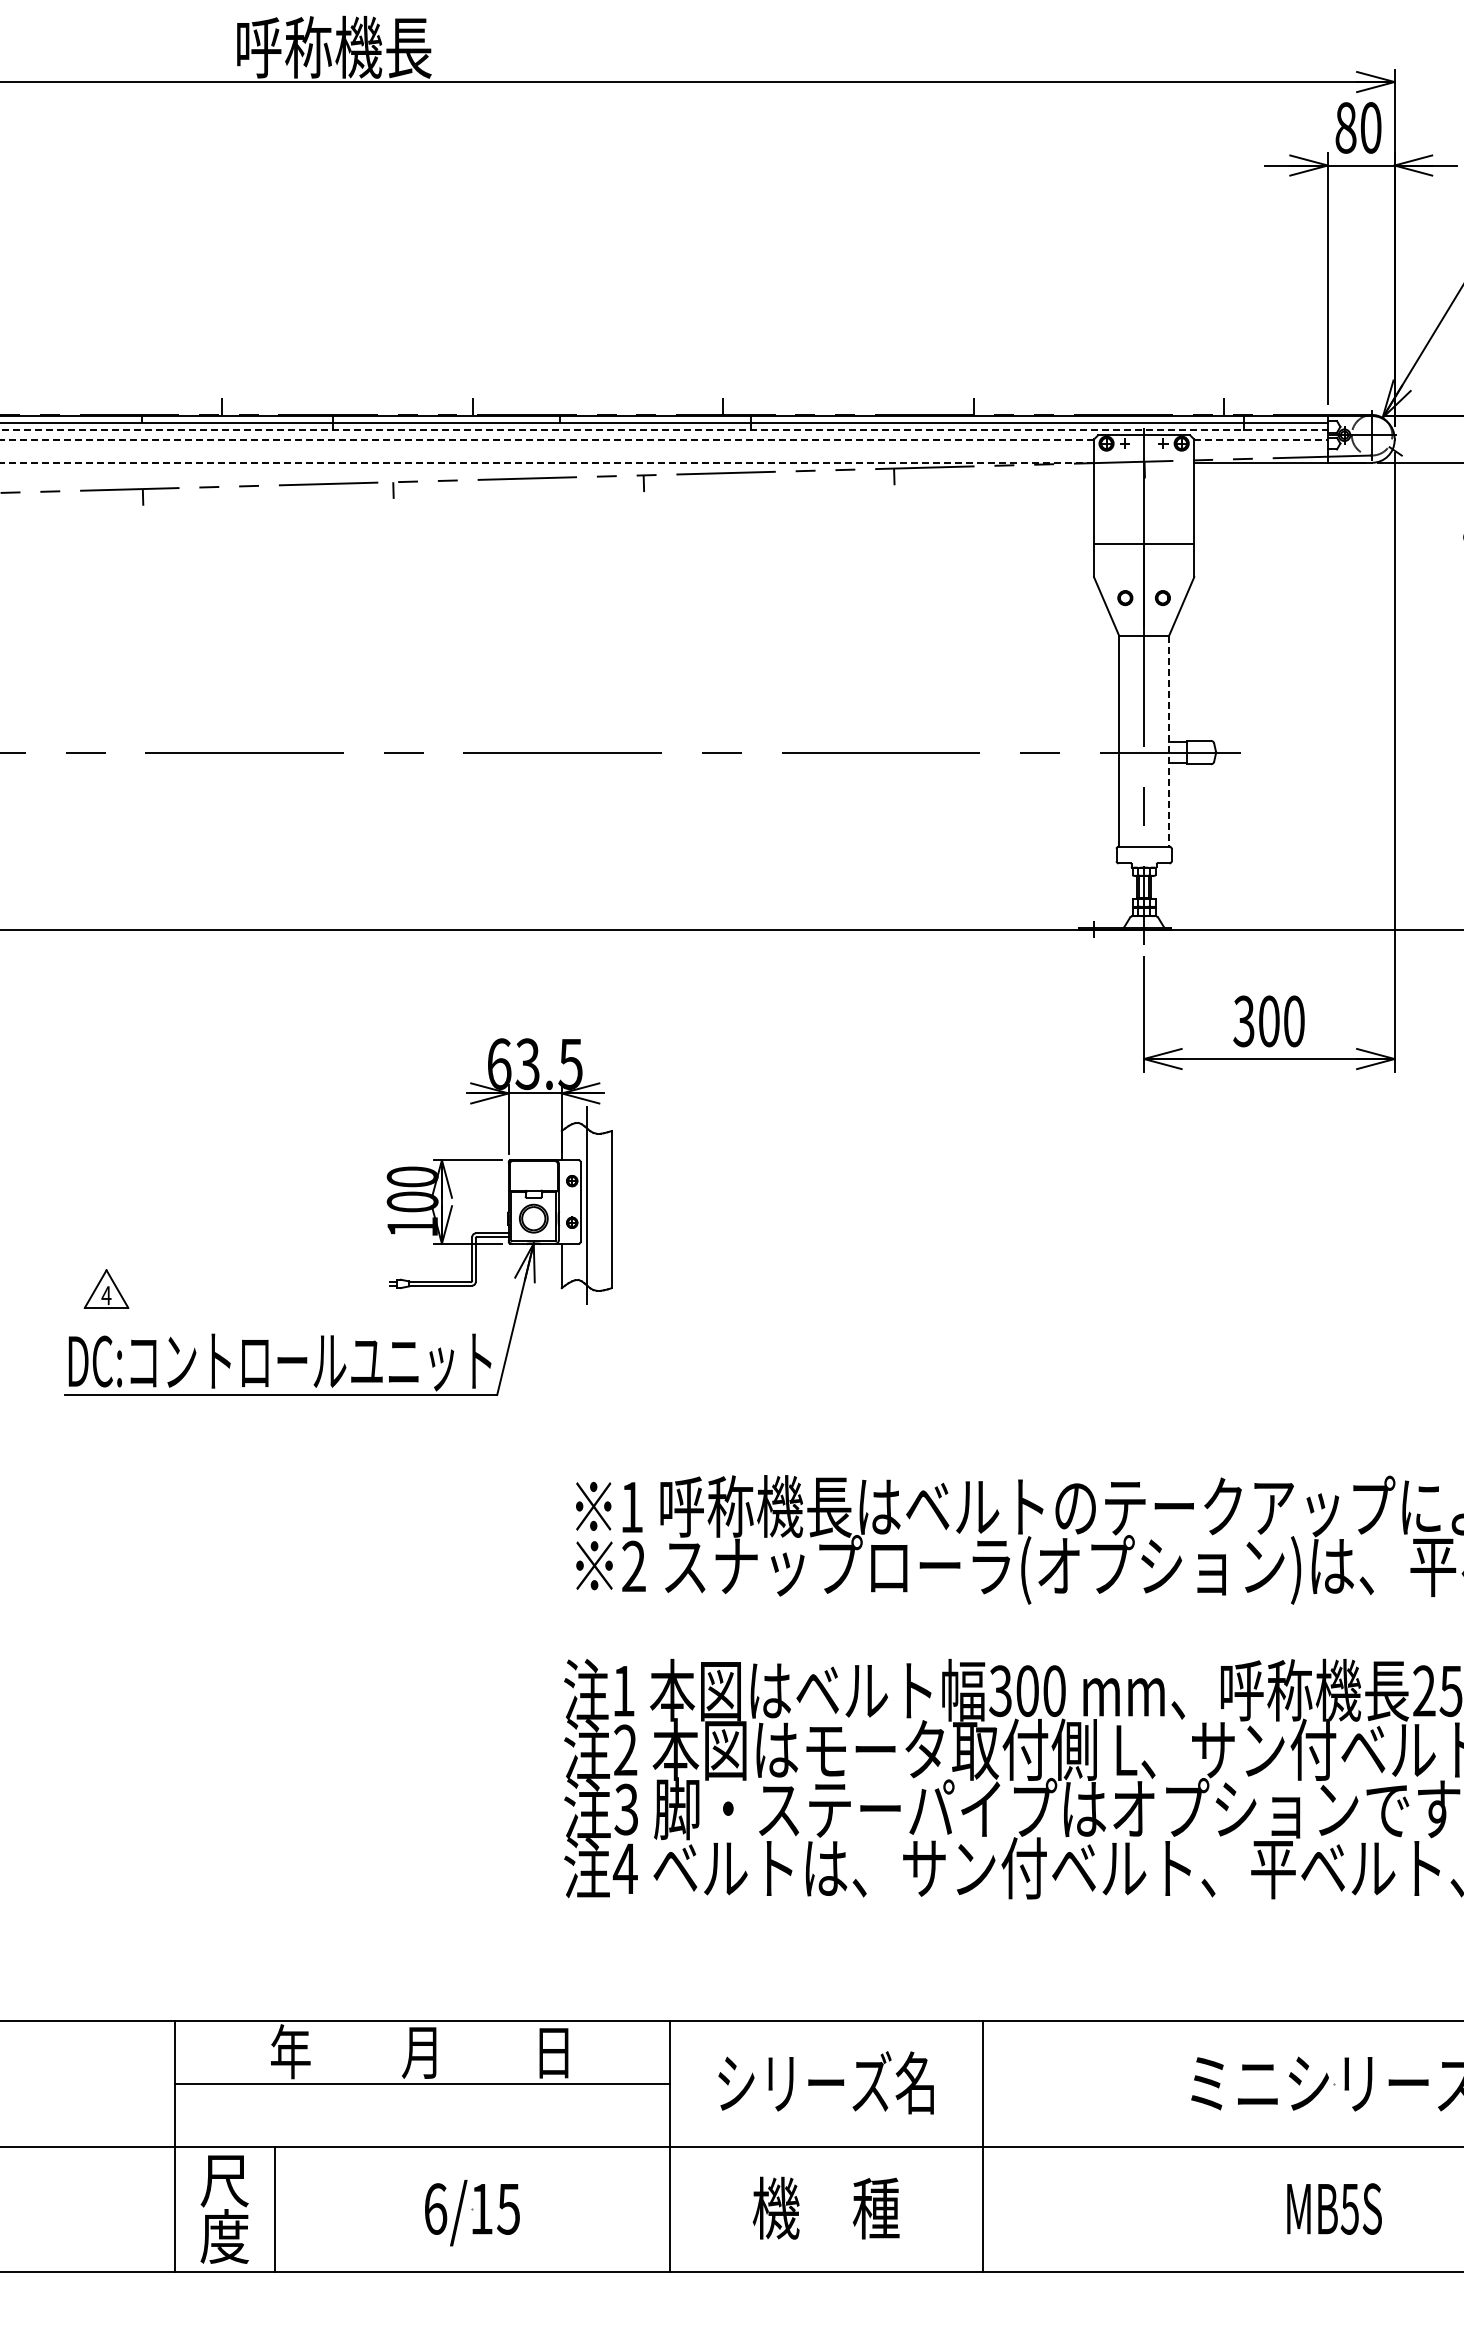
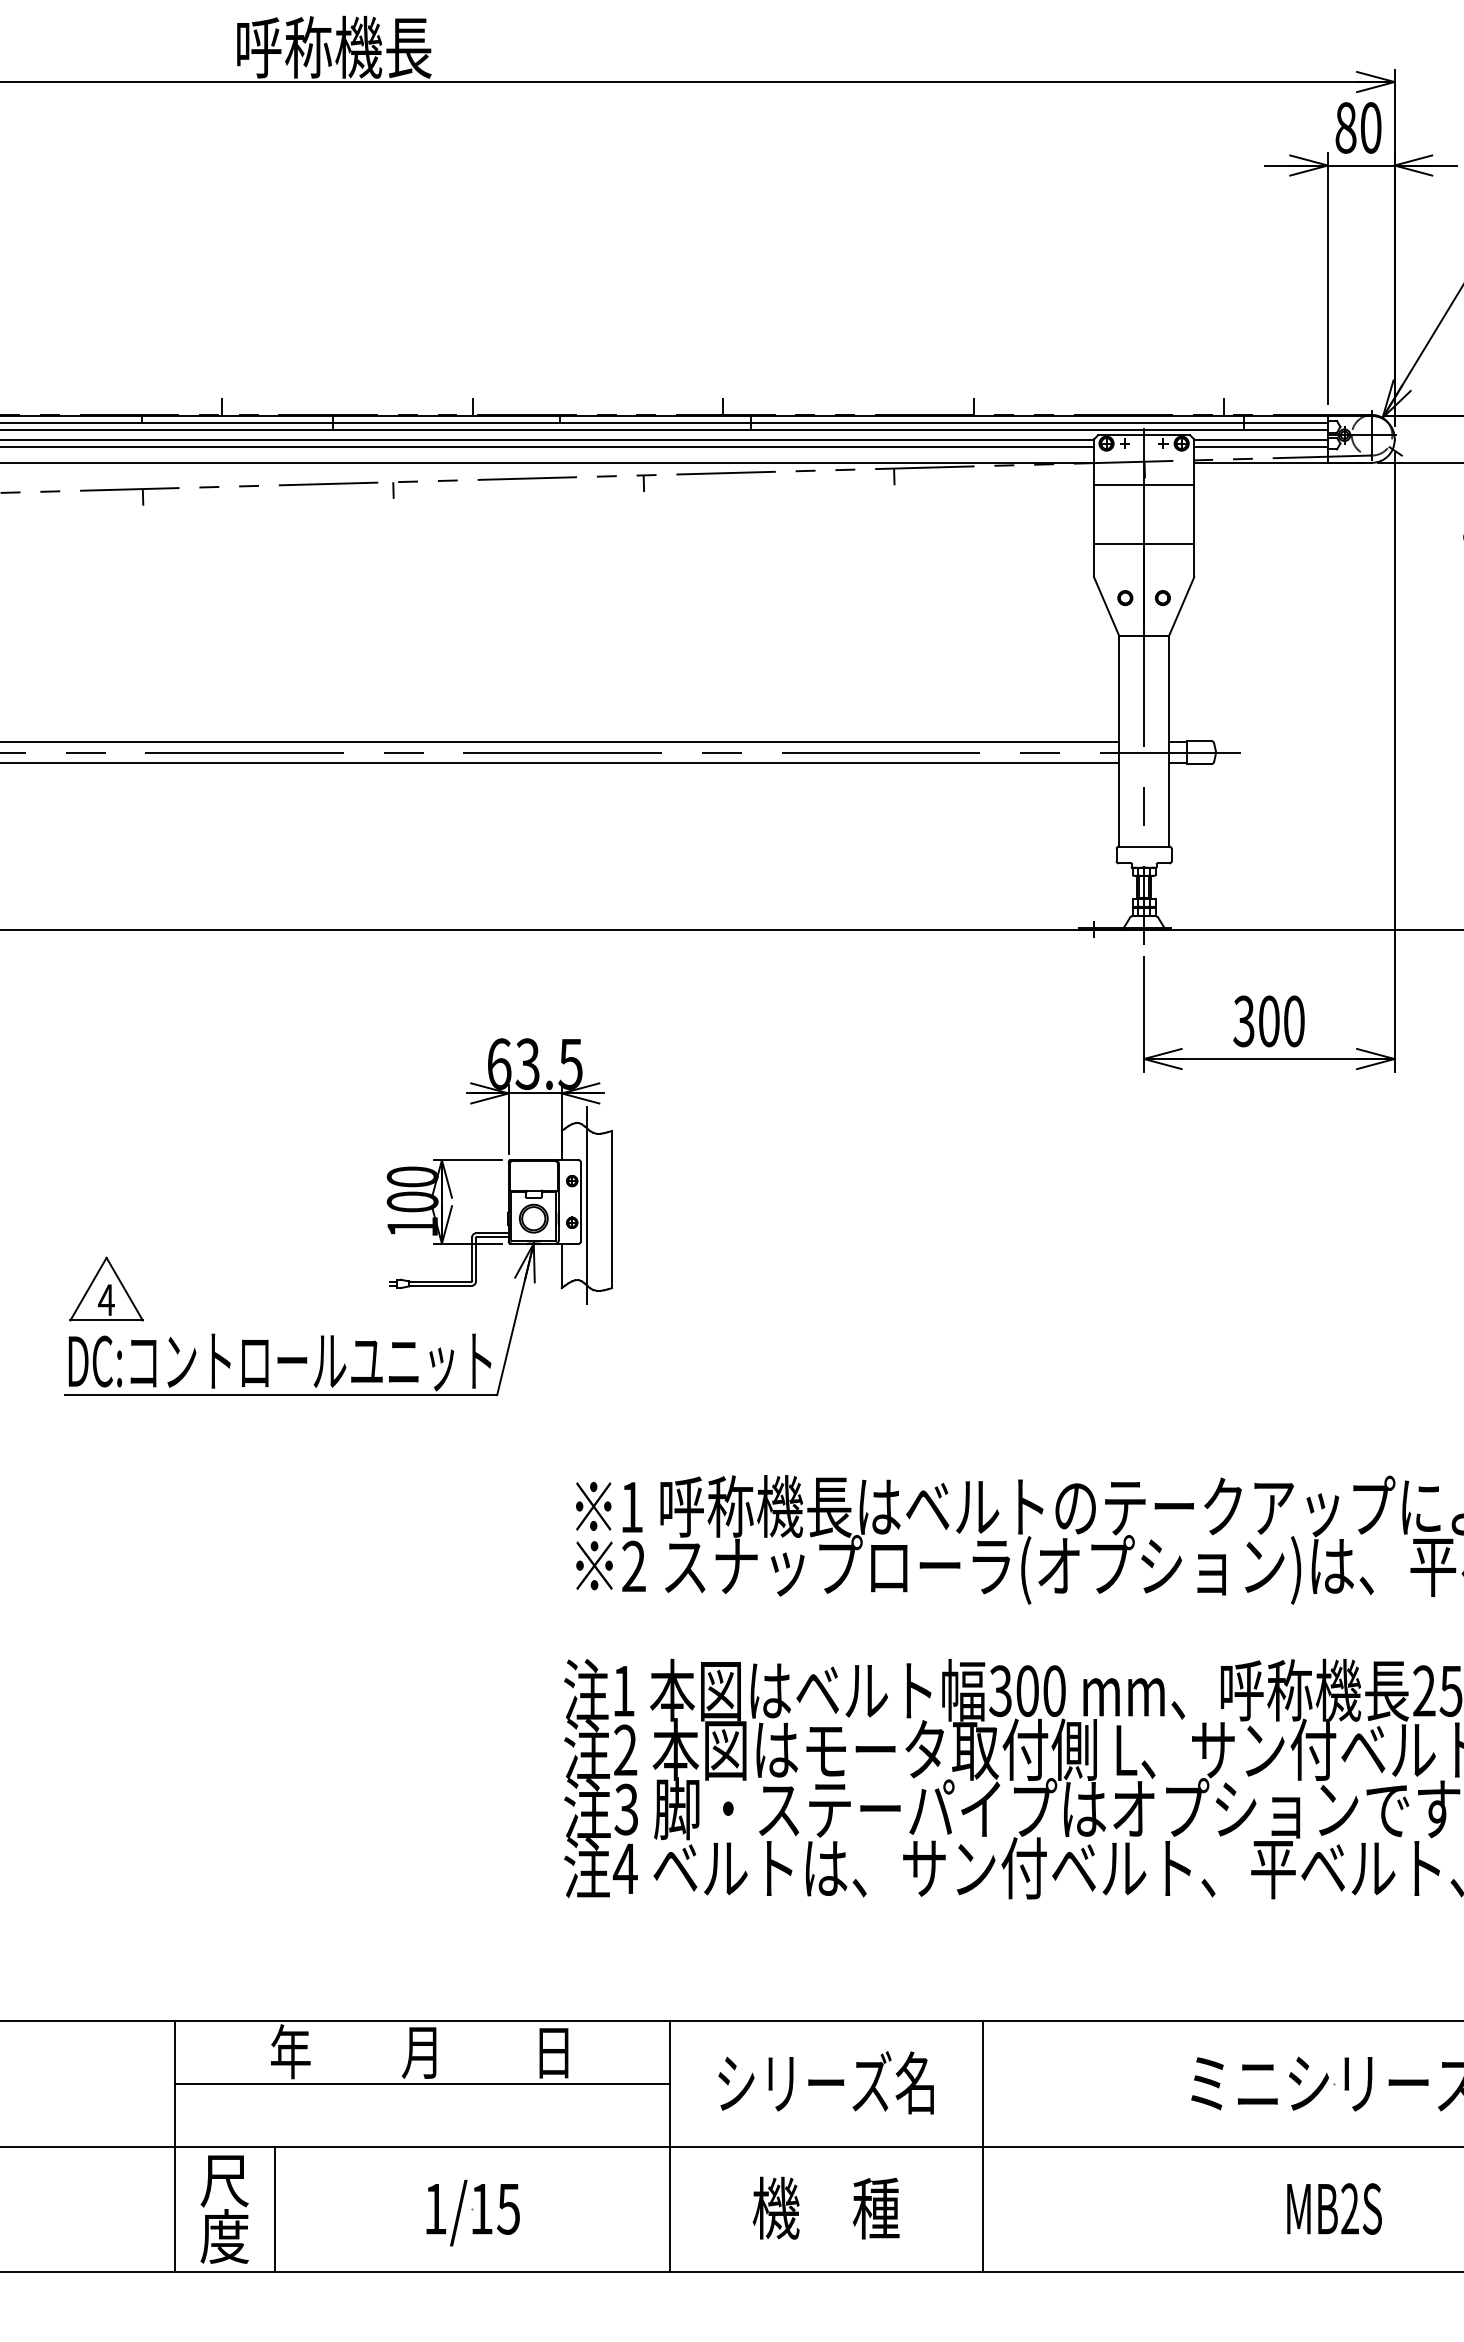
line at (664, 430): dashed -> solid
line at (547, 440): dashed -> solid
line at (1261, 440): dashed -> solid
line at (548, 447): none -> present
line at (1260, 447): none -> present
line at (547, 462): dashed -> solid
line at (1144, 485): none -> present
line at (1169, 741): dashed -> solid
line at (560, 742): none -> present
line at (560, 763): none -> present
part at (106, 1288) size: 47x40 px -> 75x66 px
text at (436, 2208): 6/15 -> 1/15
text at (1349, 2208): MB5S -> MB2S
